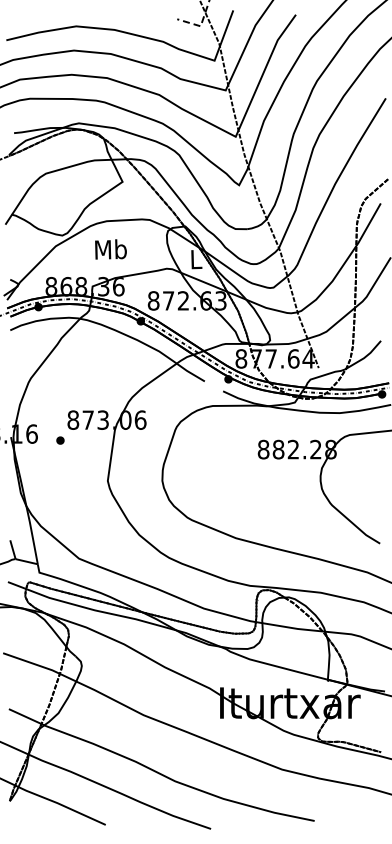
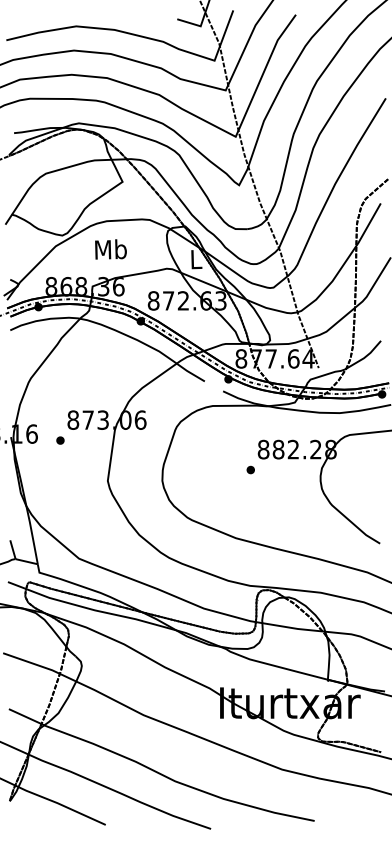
line at (201, 25): dashed -> solid
part at (250, 469): none -> present
